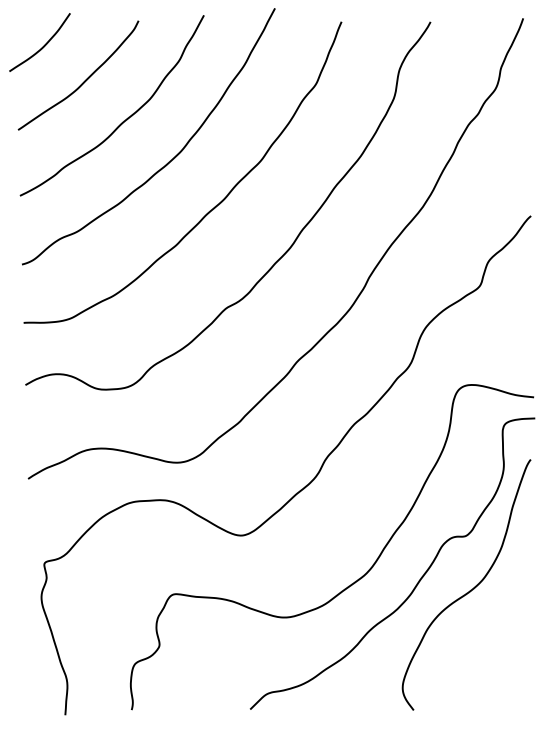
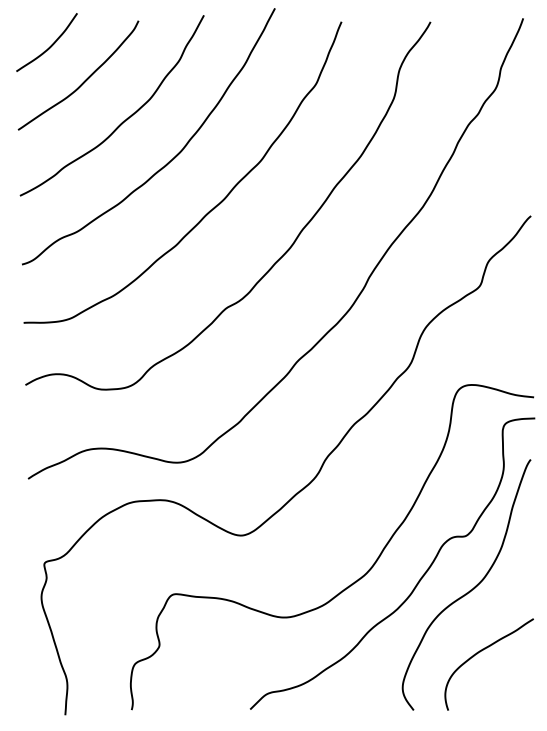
curve at (43, 45) position: (43, 45) -> (50, 45)
curve at (480, 652): none -> present
